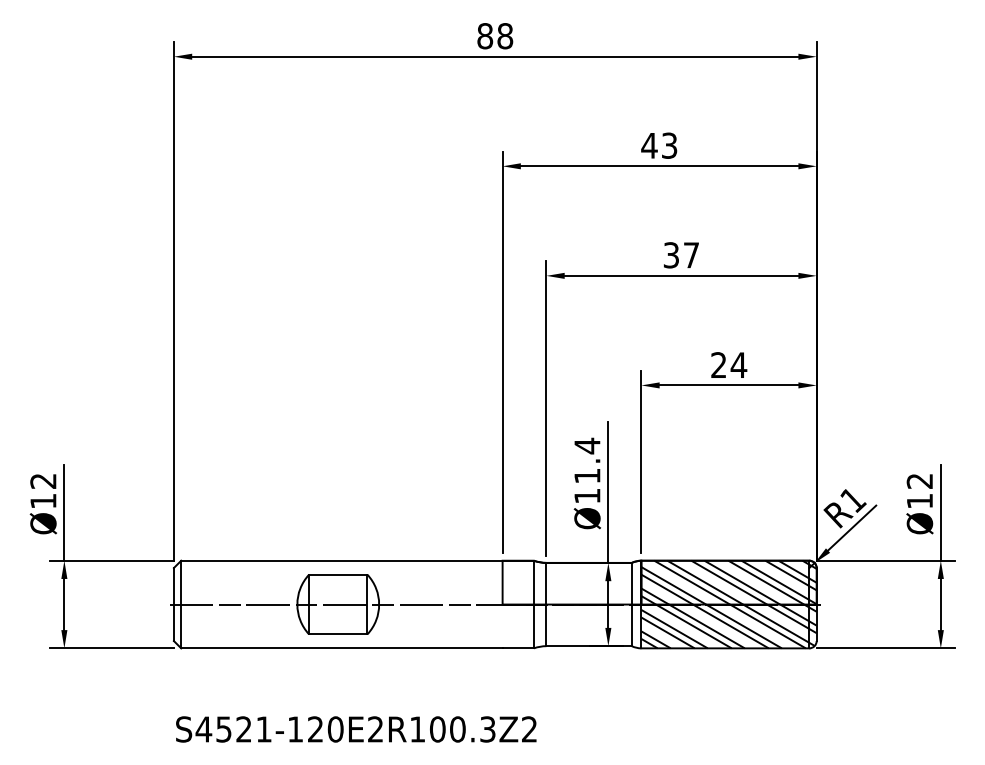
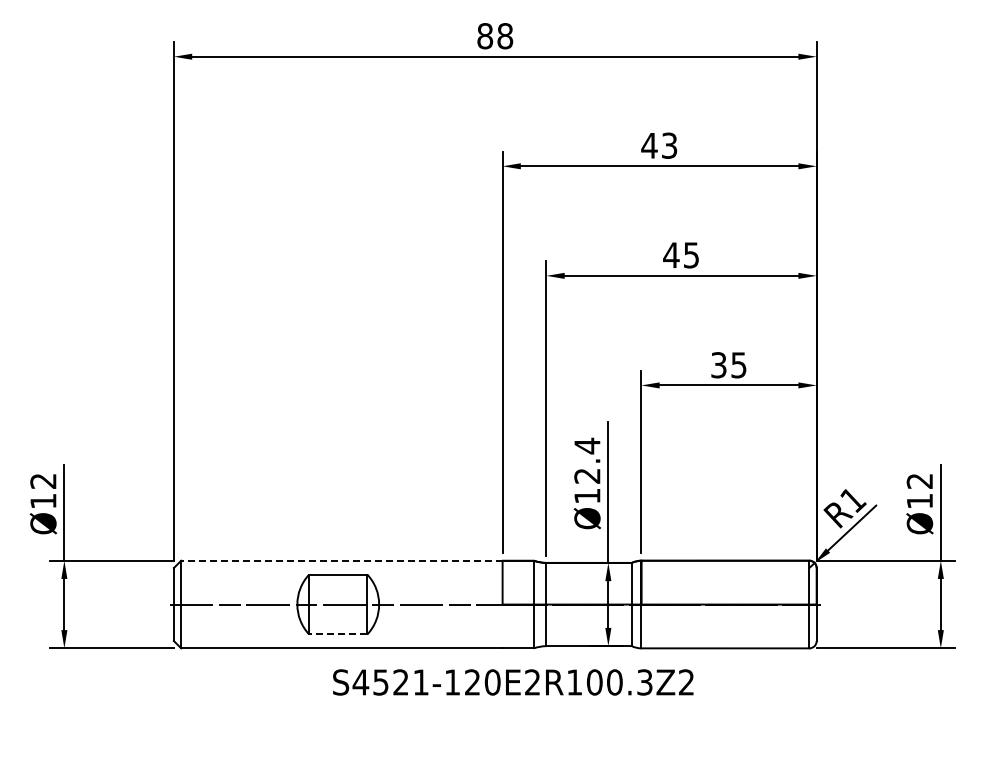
text at (680, 255): 37 -> 45
text at (729, 365): 24 -> 35
text at (587, 476): Ø11.4 -> Ø12.4
line at (341, 560): solid -> dashed
hatch at (728, 604): present -> none
line at (337, 634): solid -> dashed
text at (356, 729) position: (356, 729) -> (513, 682)
